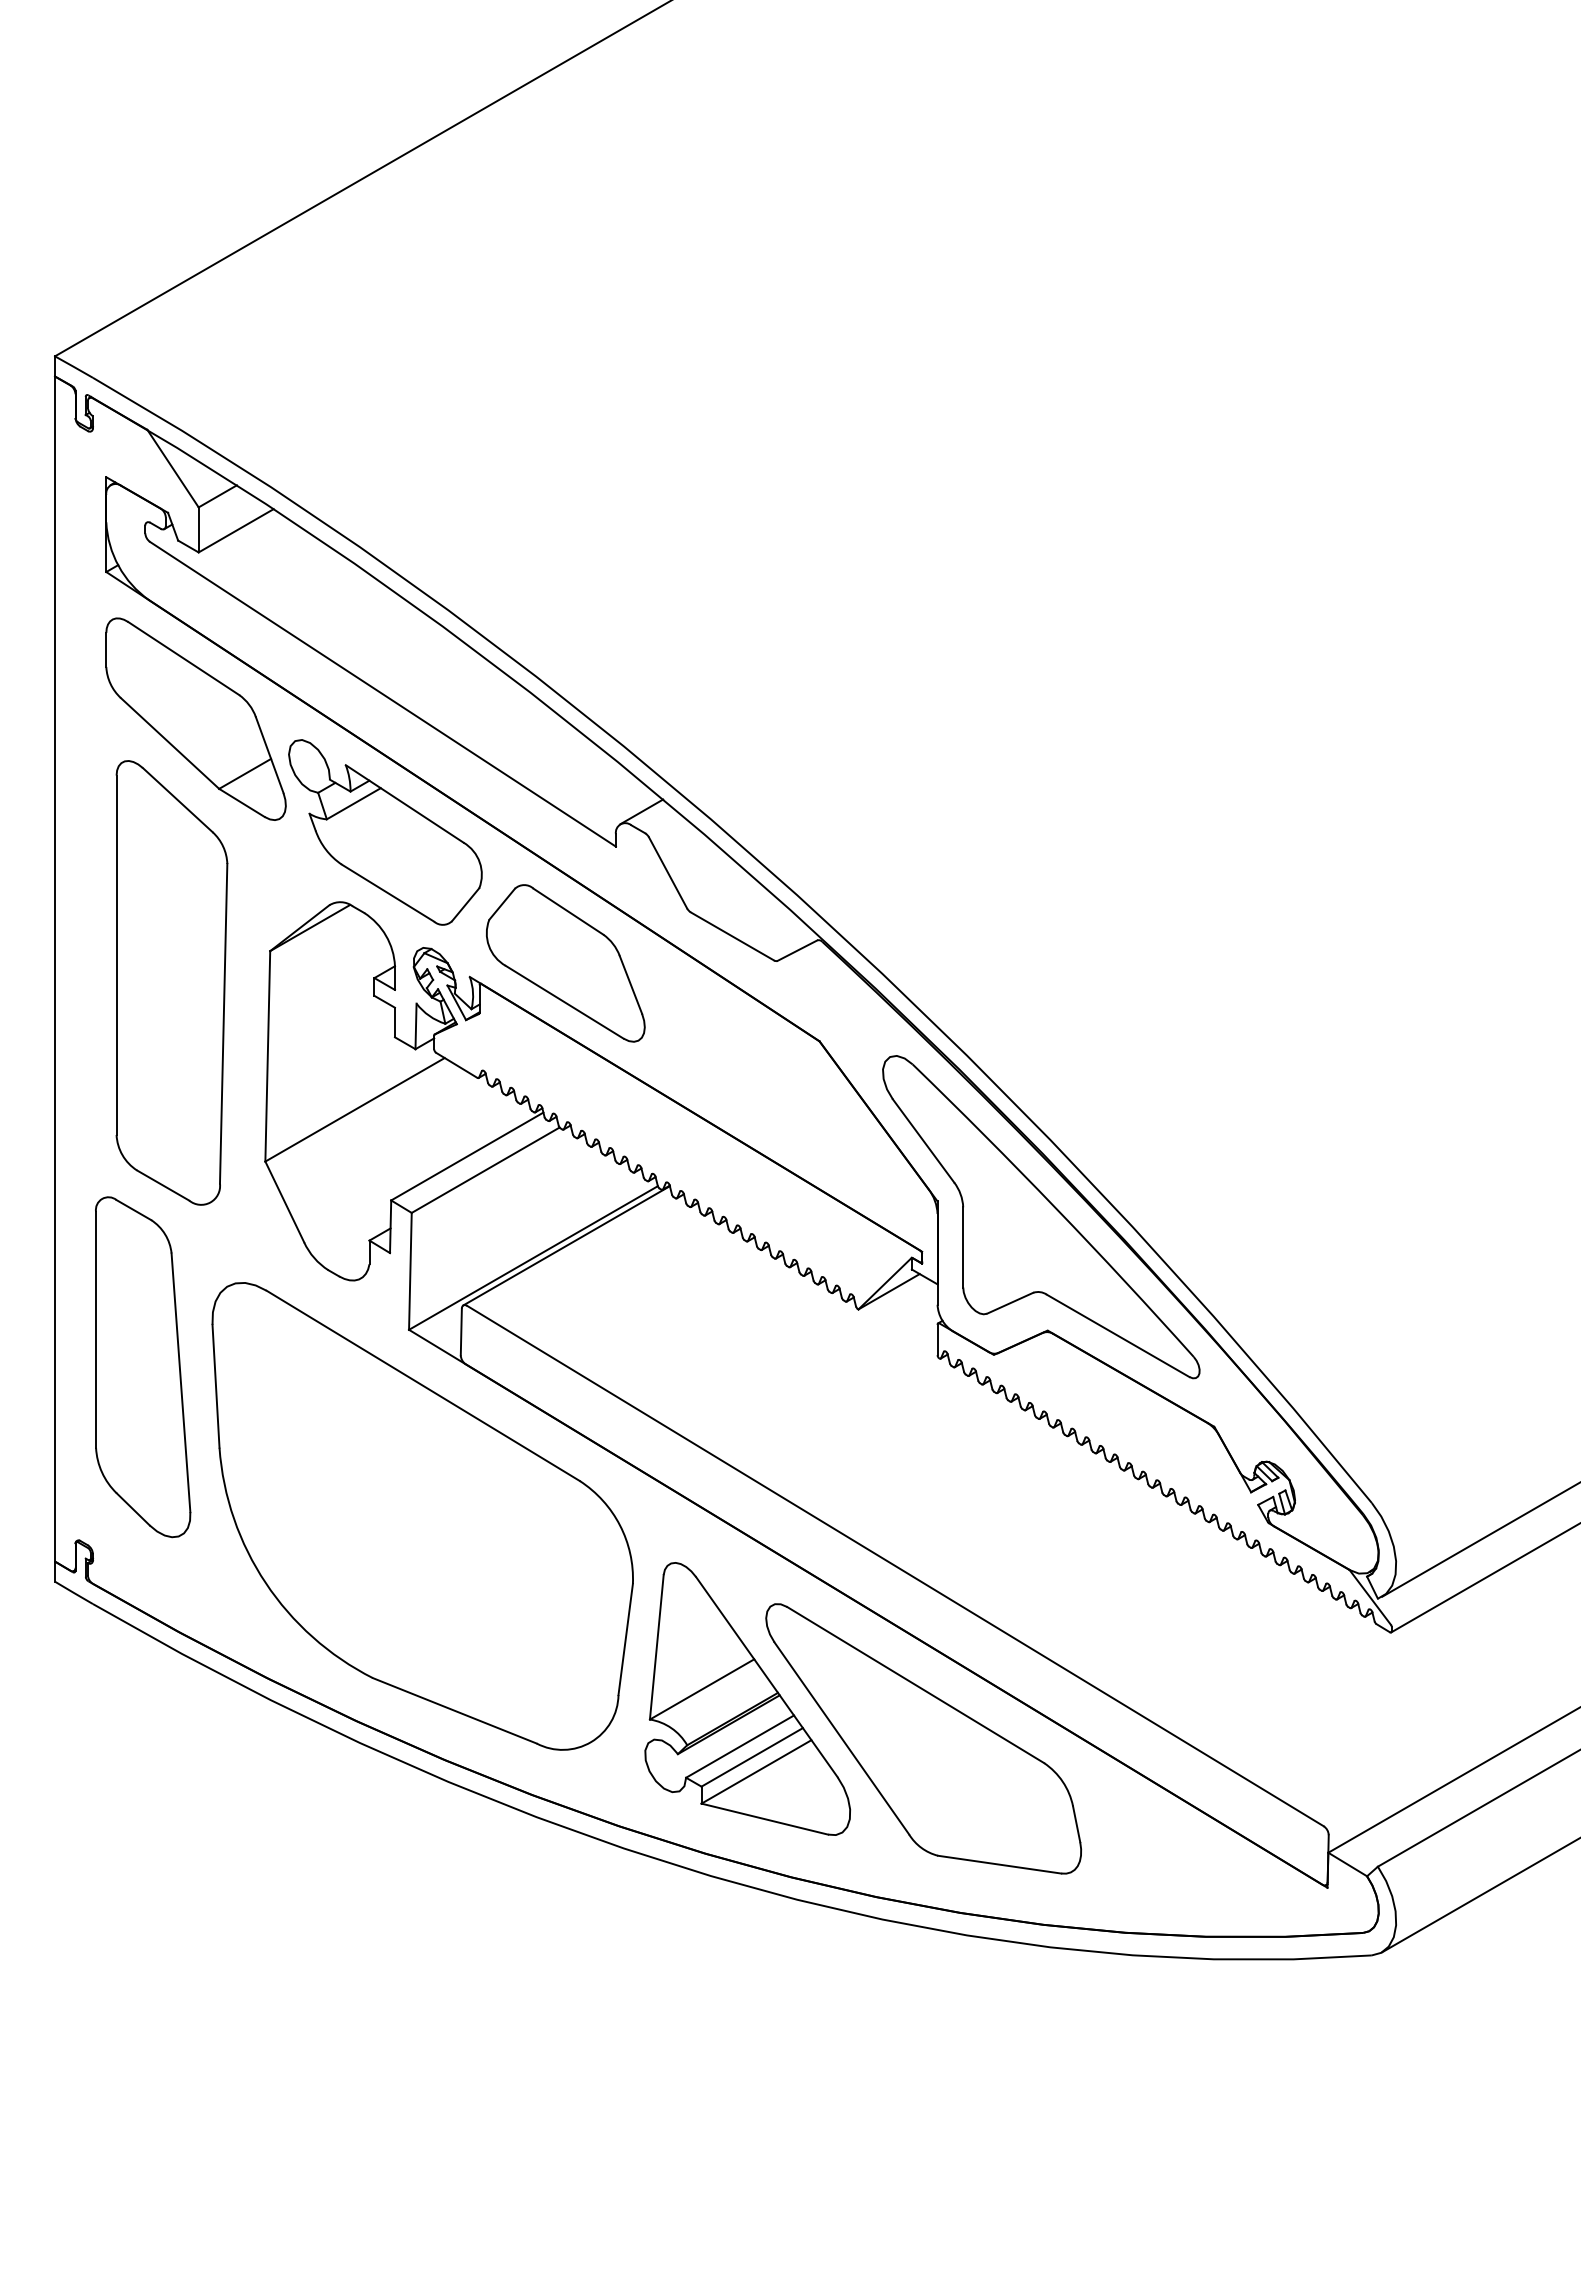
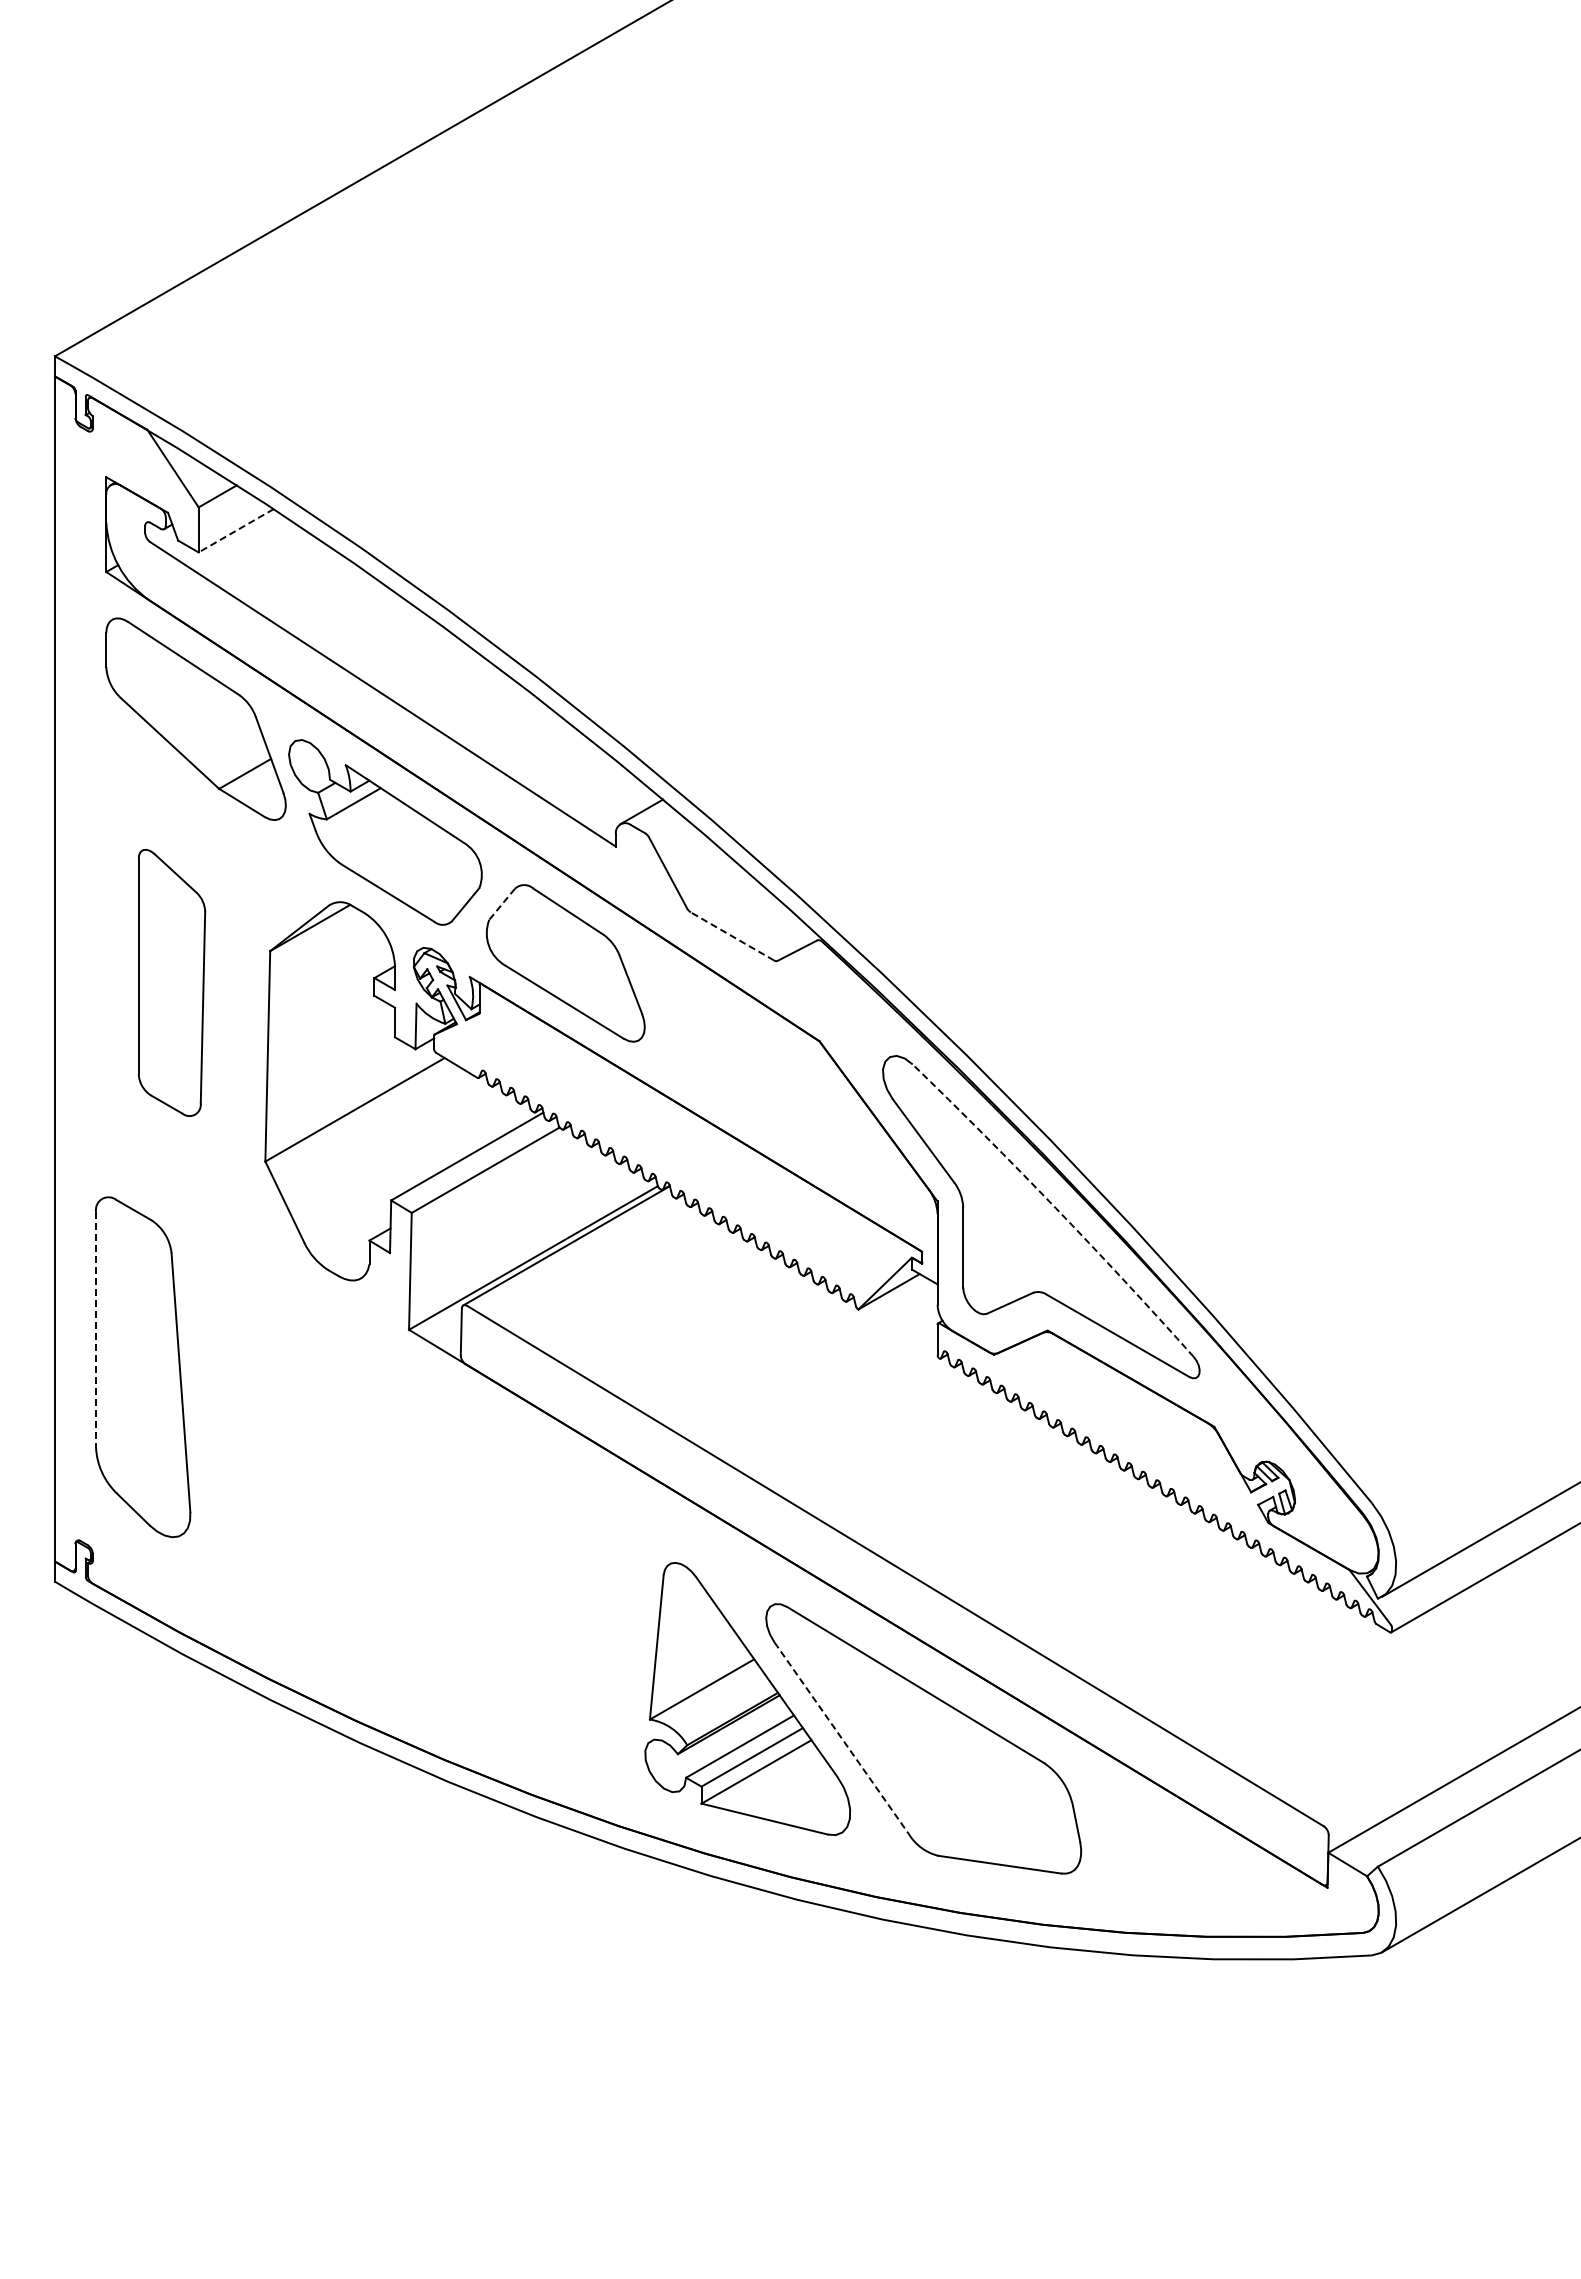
line at (235, 531): solid -> dashed
line at (501, 904): solid -> dashed
line at (732, 936): solid -> dashed
part at (171, 982) size: 114x446 px -> 70x268 px
arc at (1055, 1208): solid -> dashed
line at (96, 1329): solid -> dashed
part at (422, 1516): present -> none
line at (842, 1738): solid -> dashed
